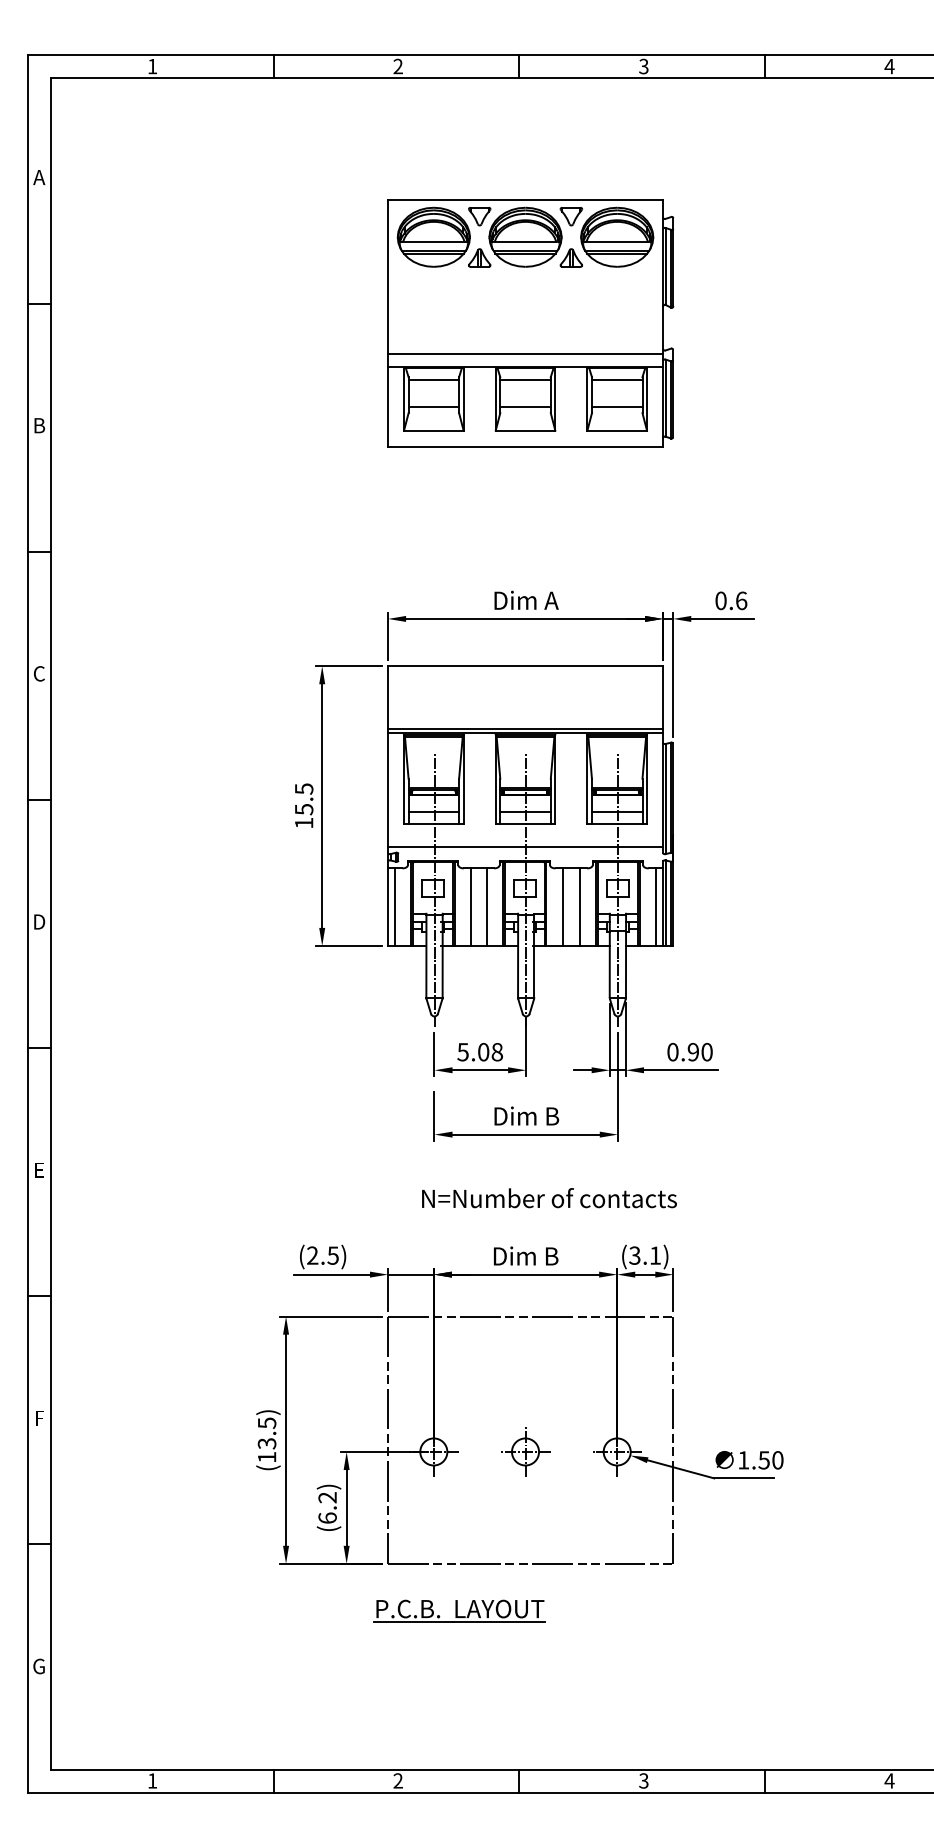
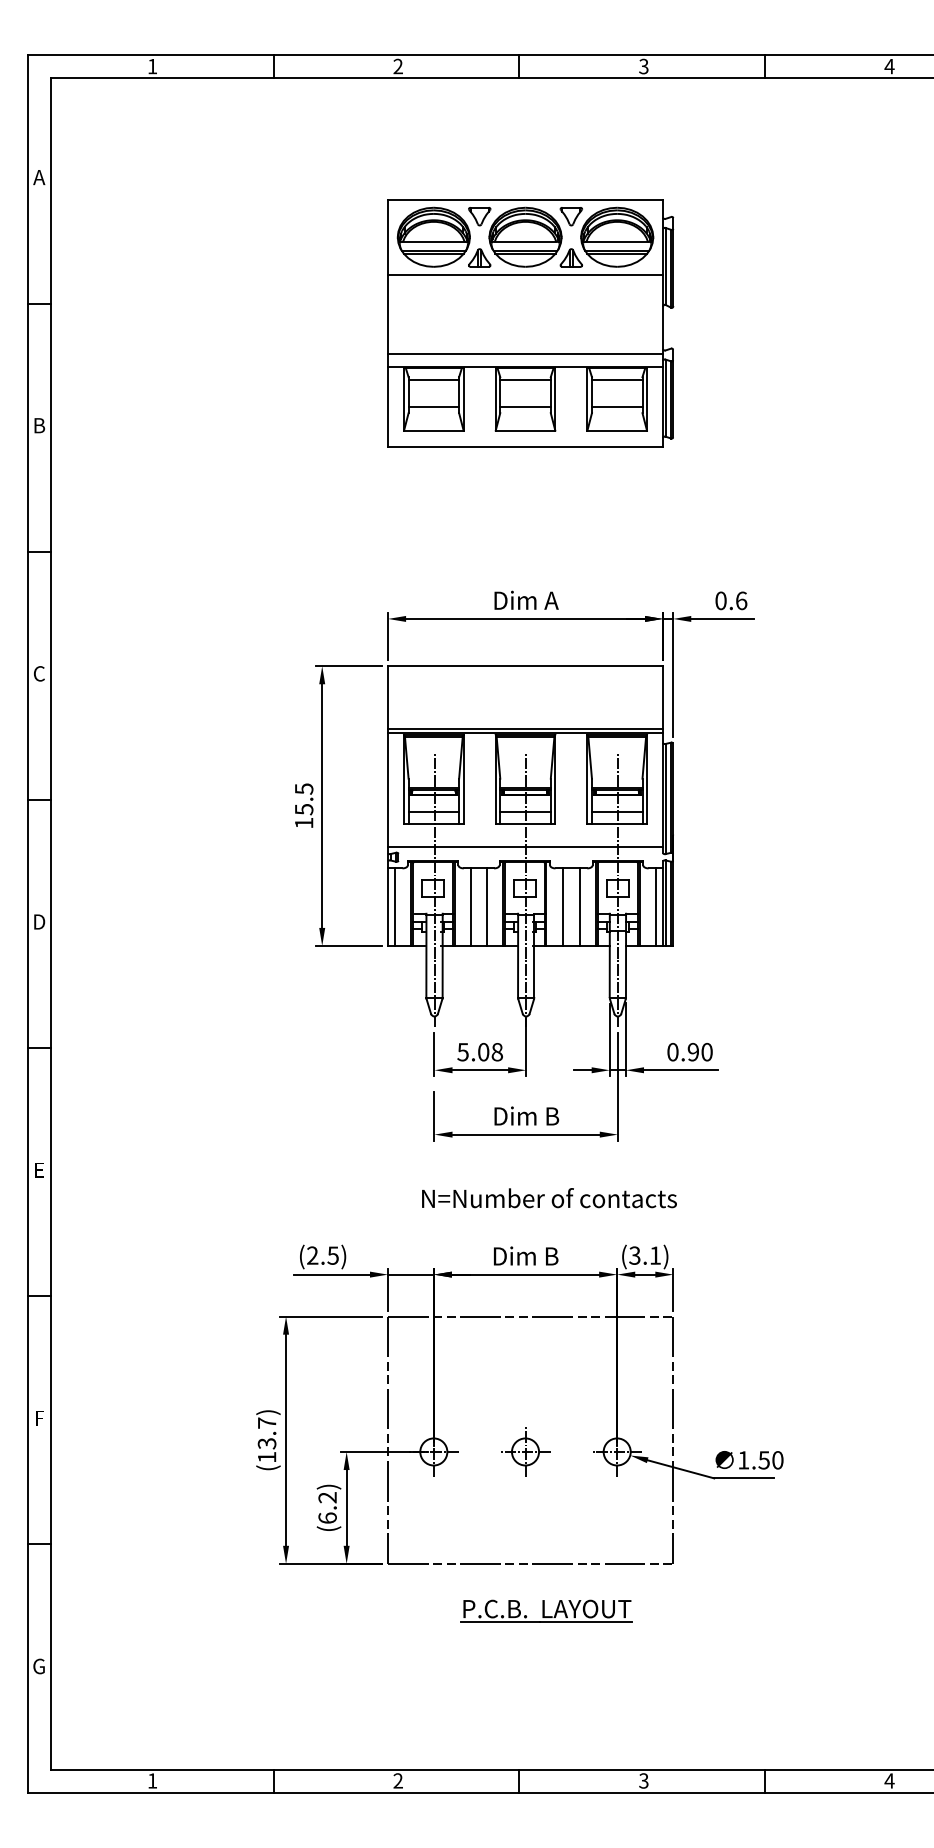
line at (525, 275): none -> present
text at (267, 1422): (13.5) -> (13.7)
part at (459, 1610) position: (459, 1610) -> (546, 1610)
